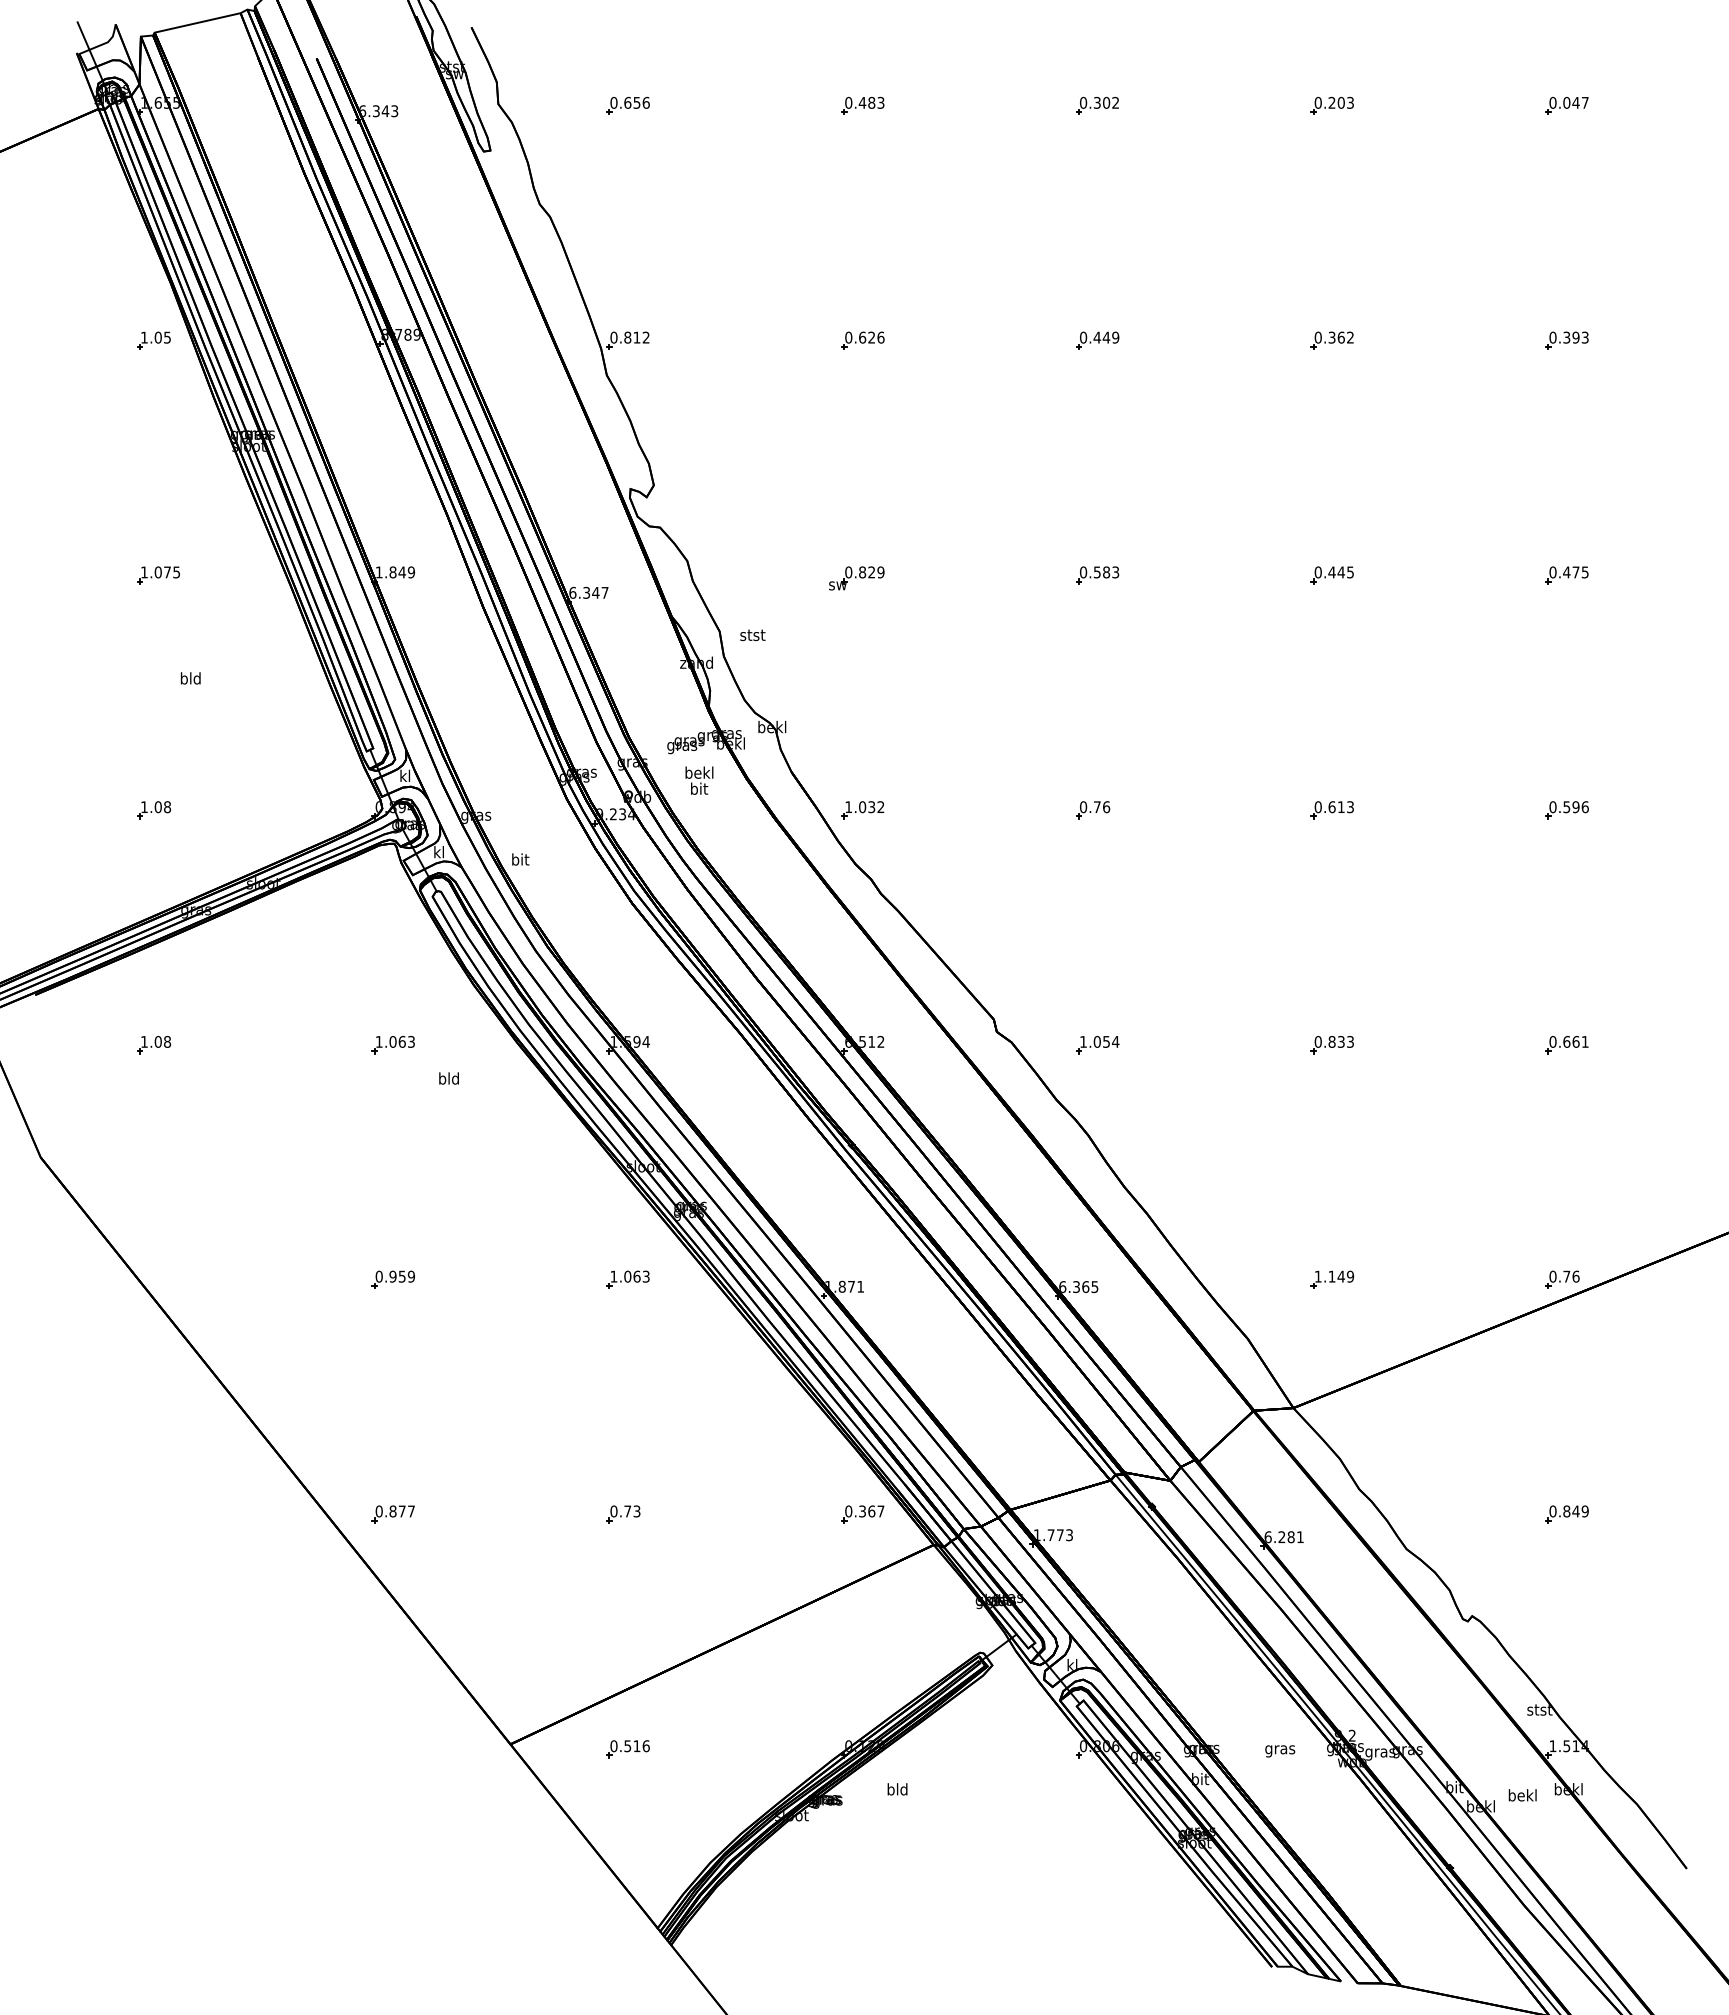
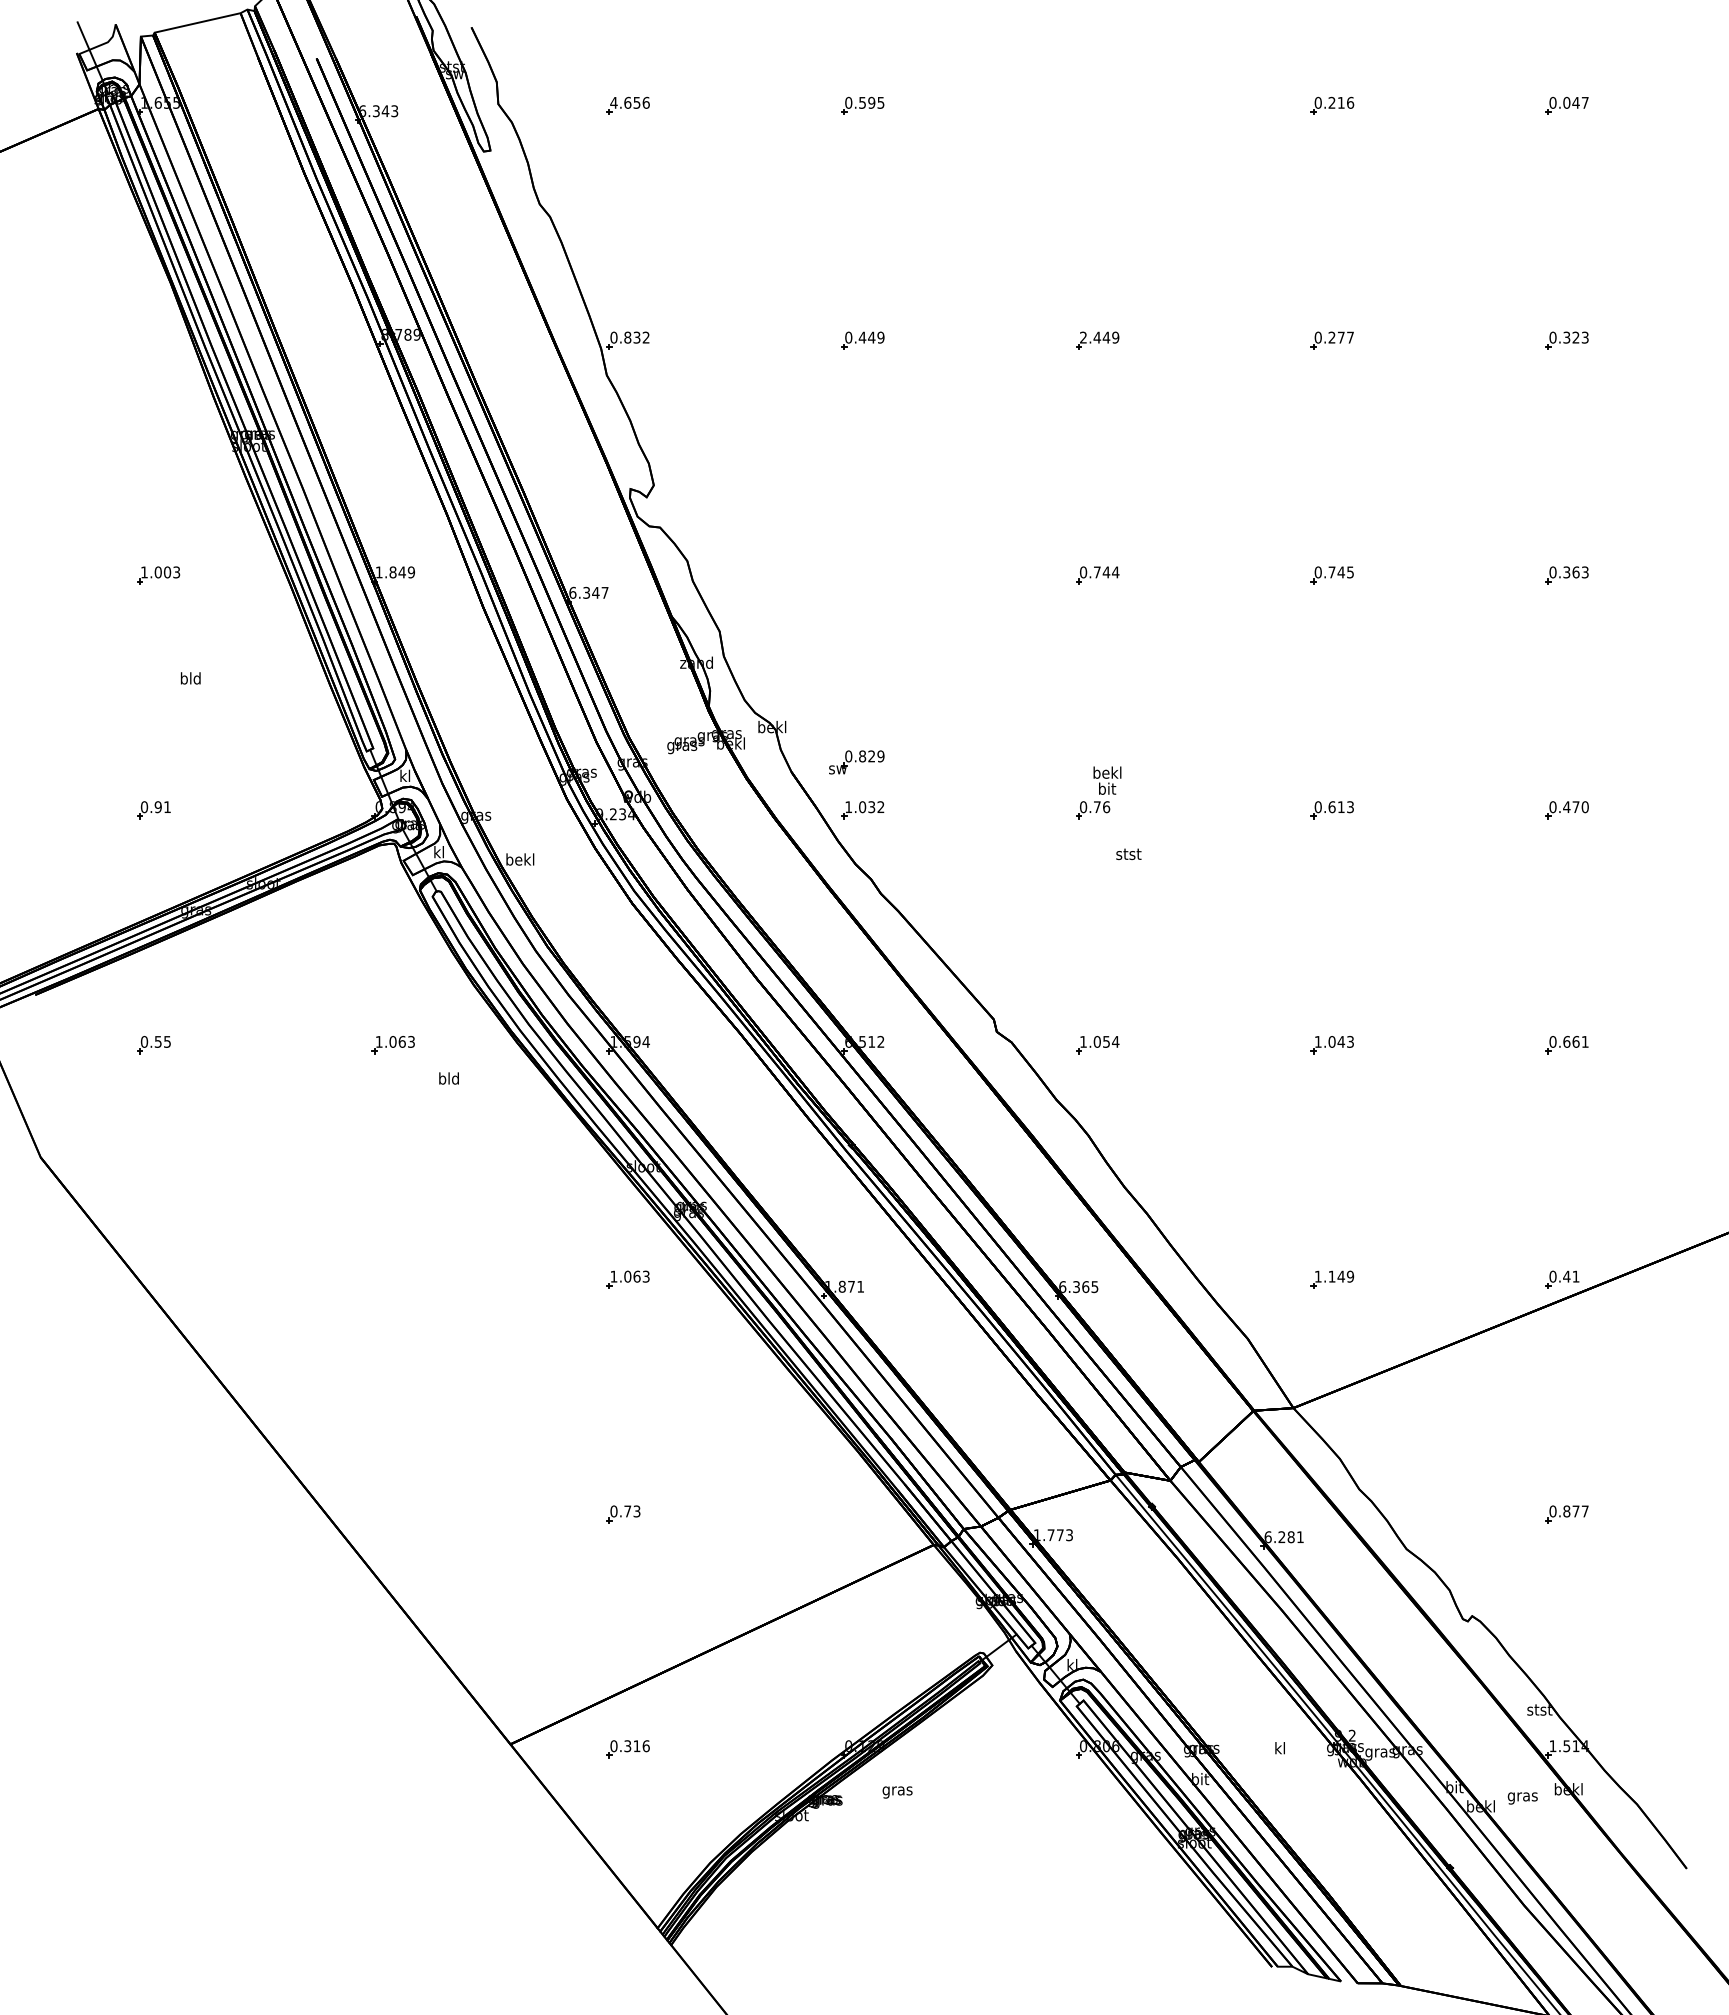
text at (613, 102): 0.656 -> 4.656
text at (871, 102): 0.483 -> 0.595
text at (1345, 102): 0.203 -> 0.216
part at (1097, 105): present -> none
text at (636, 337): 0.812 -> 0.832
text at (871, 337): 0.626 -> 0.449
text at (1083, 337): 0.449 -> 2.449
text at (1340, 337): 0.362 -> 0.277
text at (1575, 337): 0.393 -> 0.323
part at (153, 340): present -> none
text at (172, 572): 1.075 -> 1.003
text at (1106, 572): 0.583 -> 0.744
text at (1331, 572): 0.445 -> 0.745
text at (1575, 572): 0.475 -> 0.363
part at (856, 578) position: (856, 578) -> (856, 762)
text at (752, 635) position: (752, 635) -> (1128, 854)
text at (699, 780) position: (699, 780) -> (1107, 780)
text at (155, 807): 1.08 -> 0.91
text at (1575, 807): 0.596 -> 0.470
text at (520, 859): bit -> bekl
text at (155, 1041): 1.08 -> 0.55
text at (1329, 1041): 0.833 -> 1.043
text at (1571, 1276): 0.76 -> 0.41
part at (392, 1279): present -> none
text at (1580, 1511): 0.849 -> 0.877
part at (392, 1514): present -> none
part at (862, 1514): present -> none
text at (627, 1745): 0.516 -> 0.316
text at (1280, 1749): gras -> kl
text at (897, 1790): bld -> gras
text at (1522, 1796): bekl -> gras
